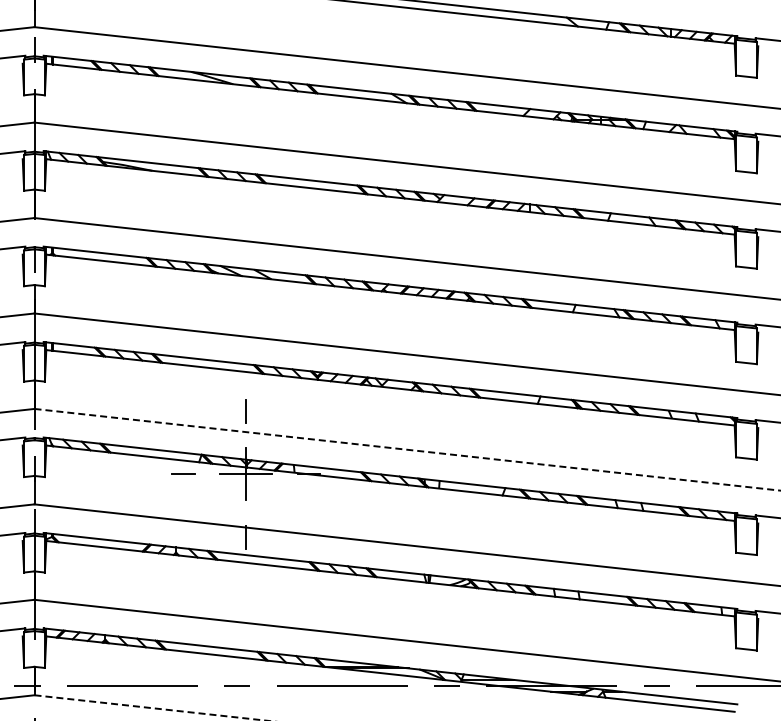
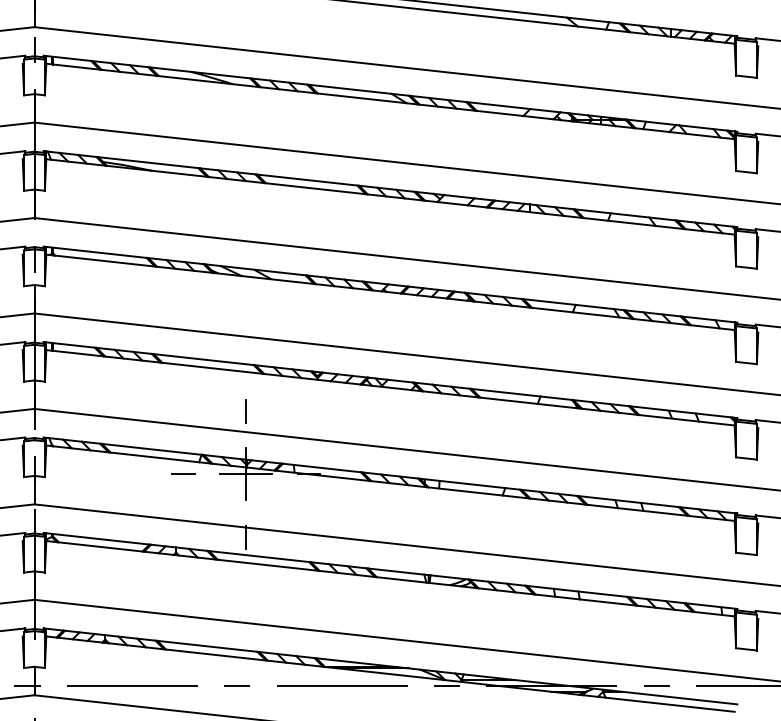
line at (408, 449): dashed -> solid
line at (151, 708): dashed -> solid
